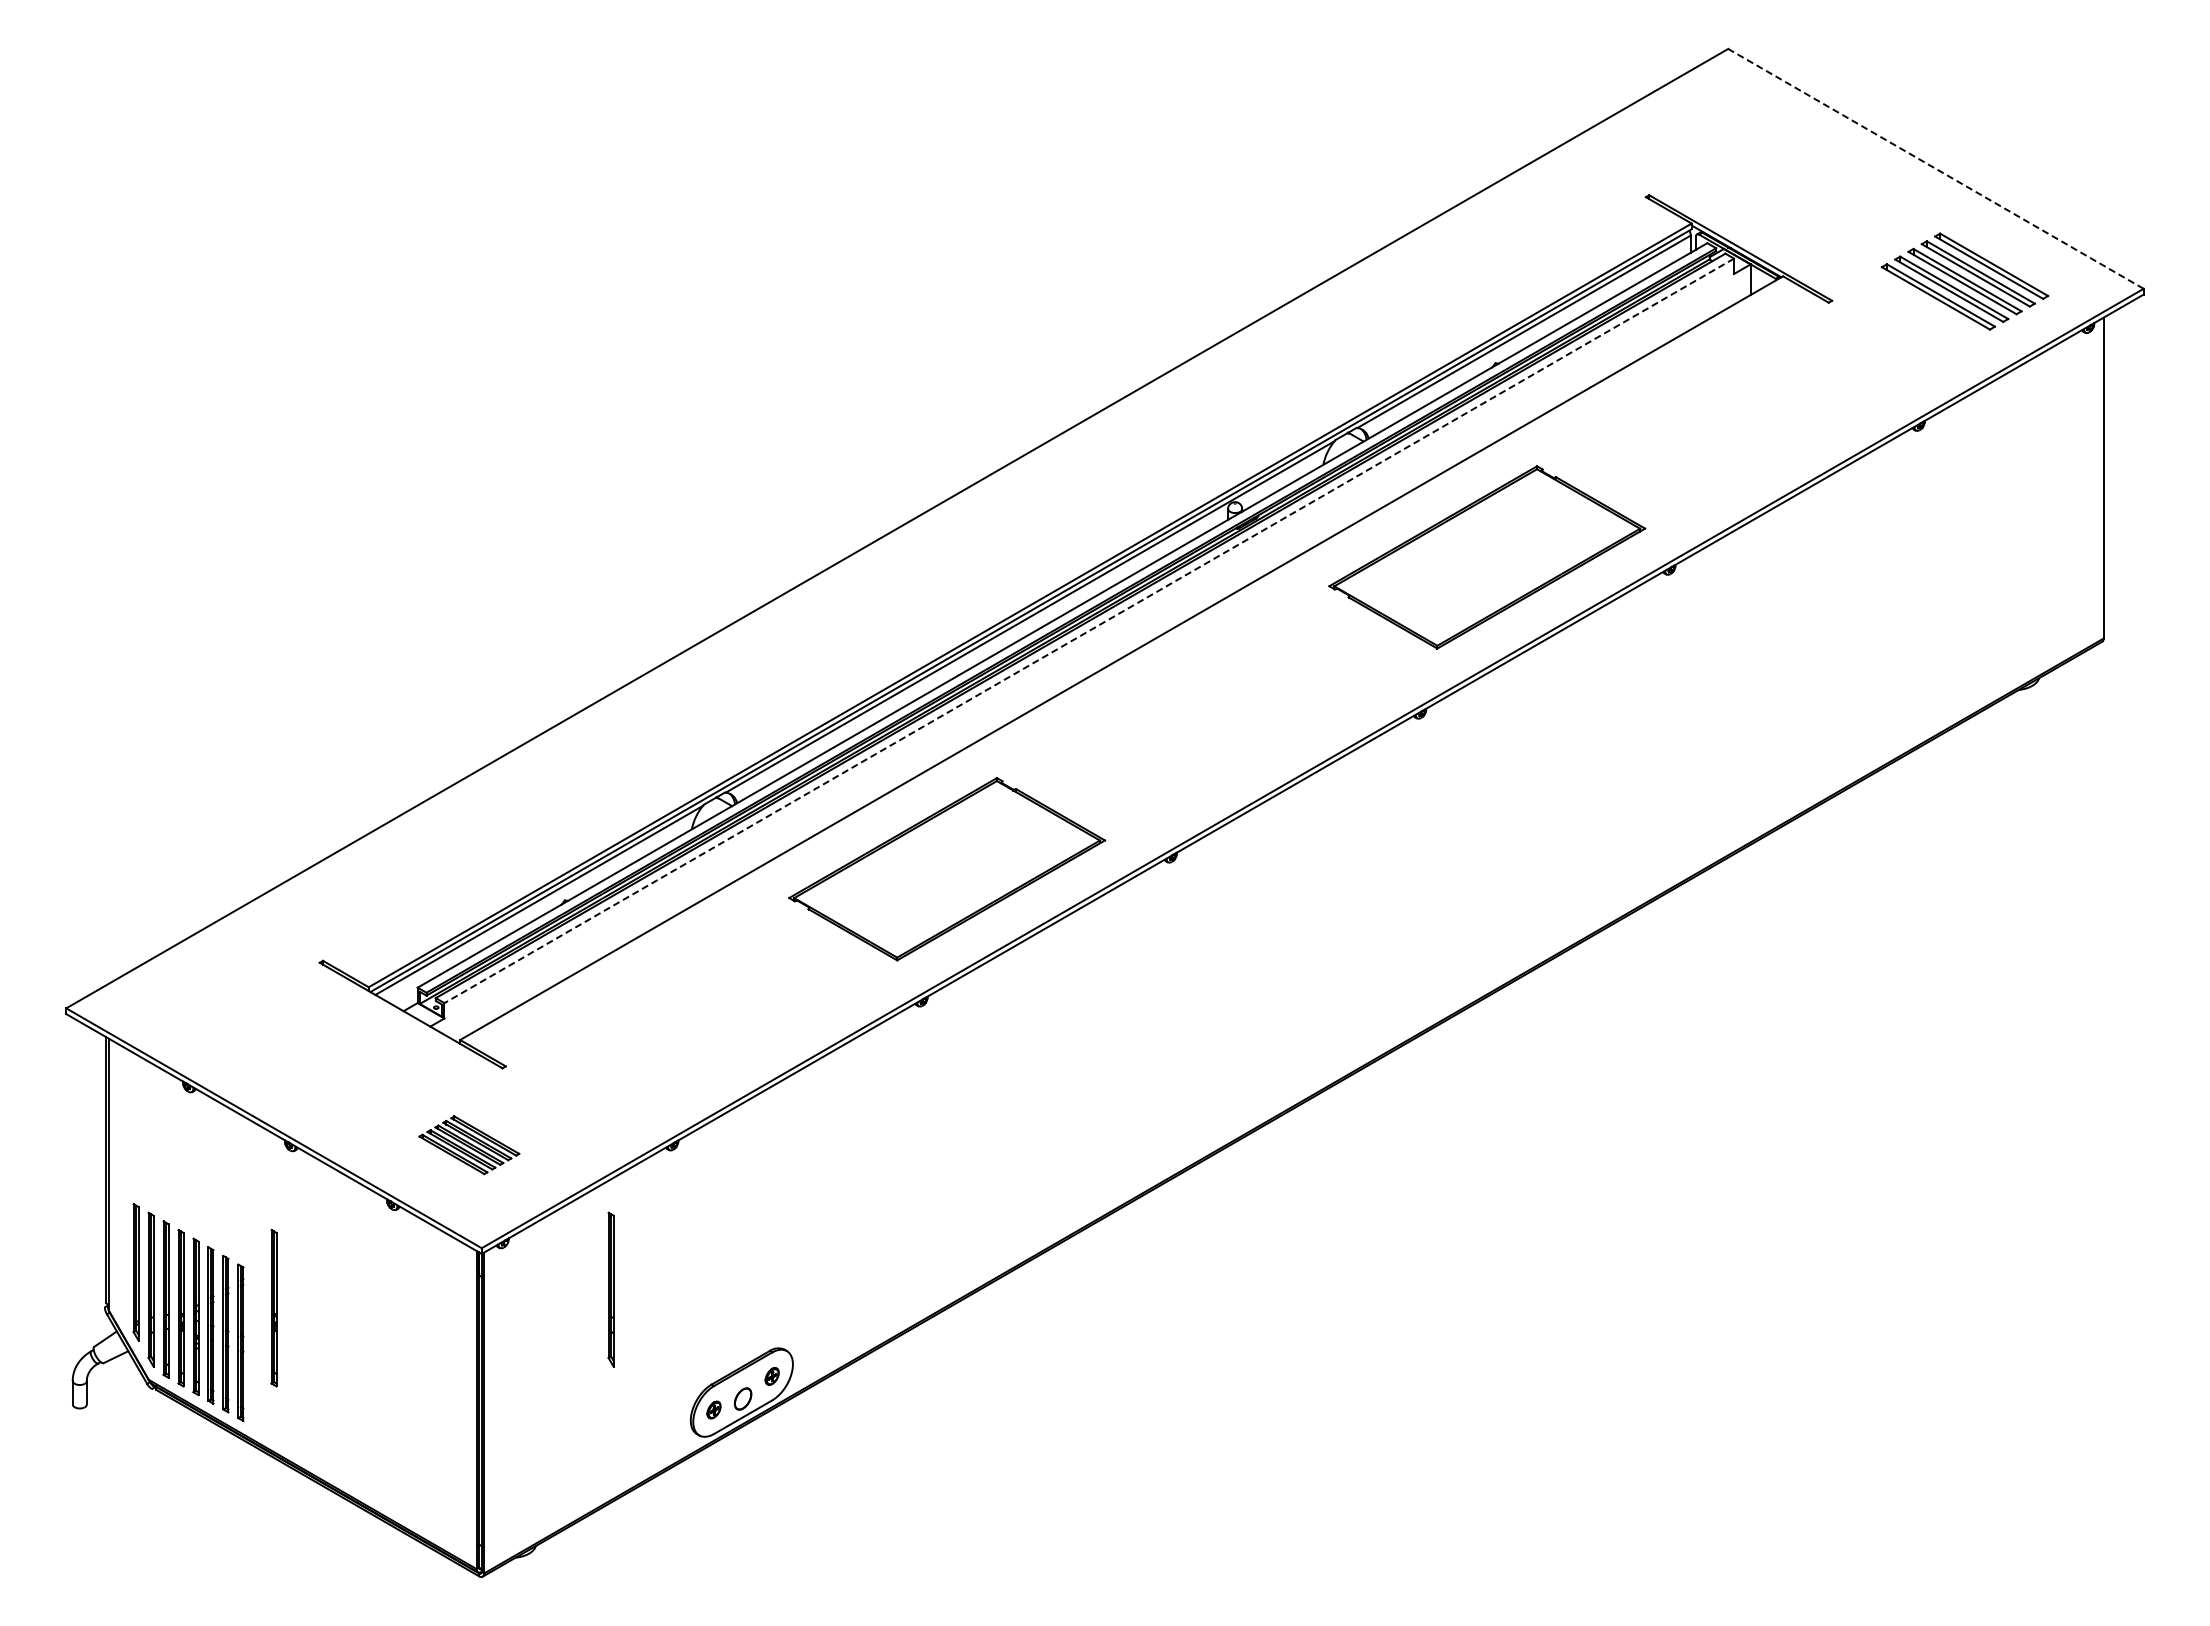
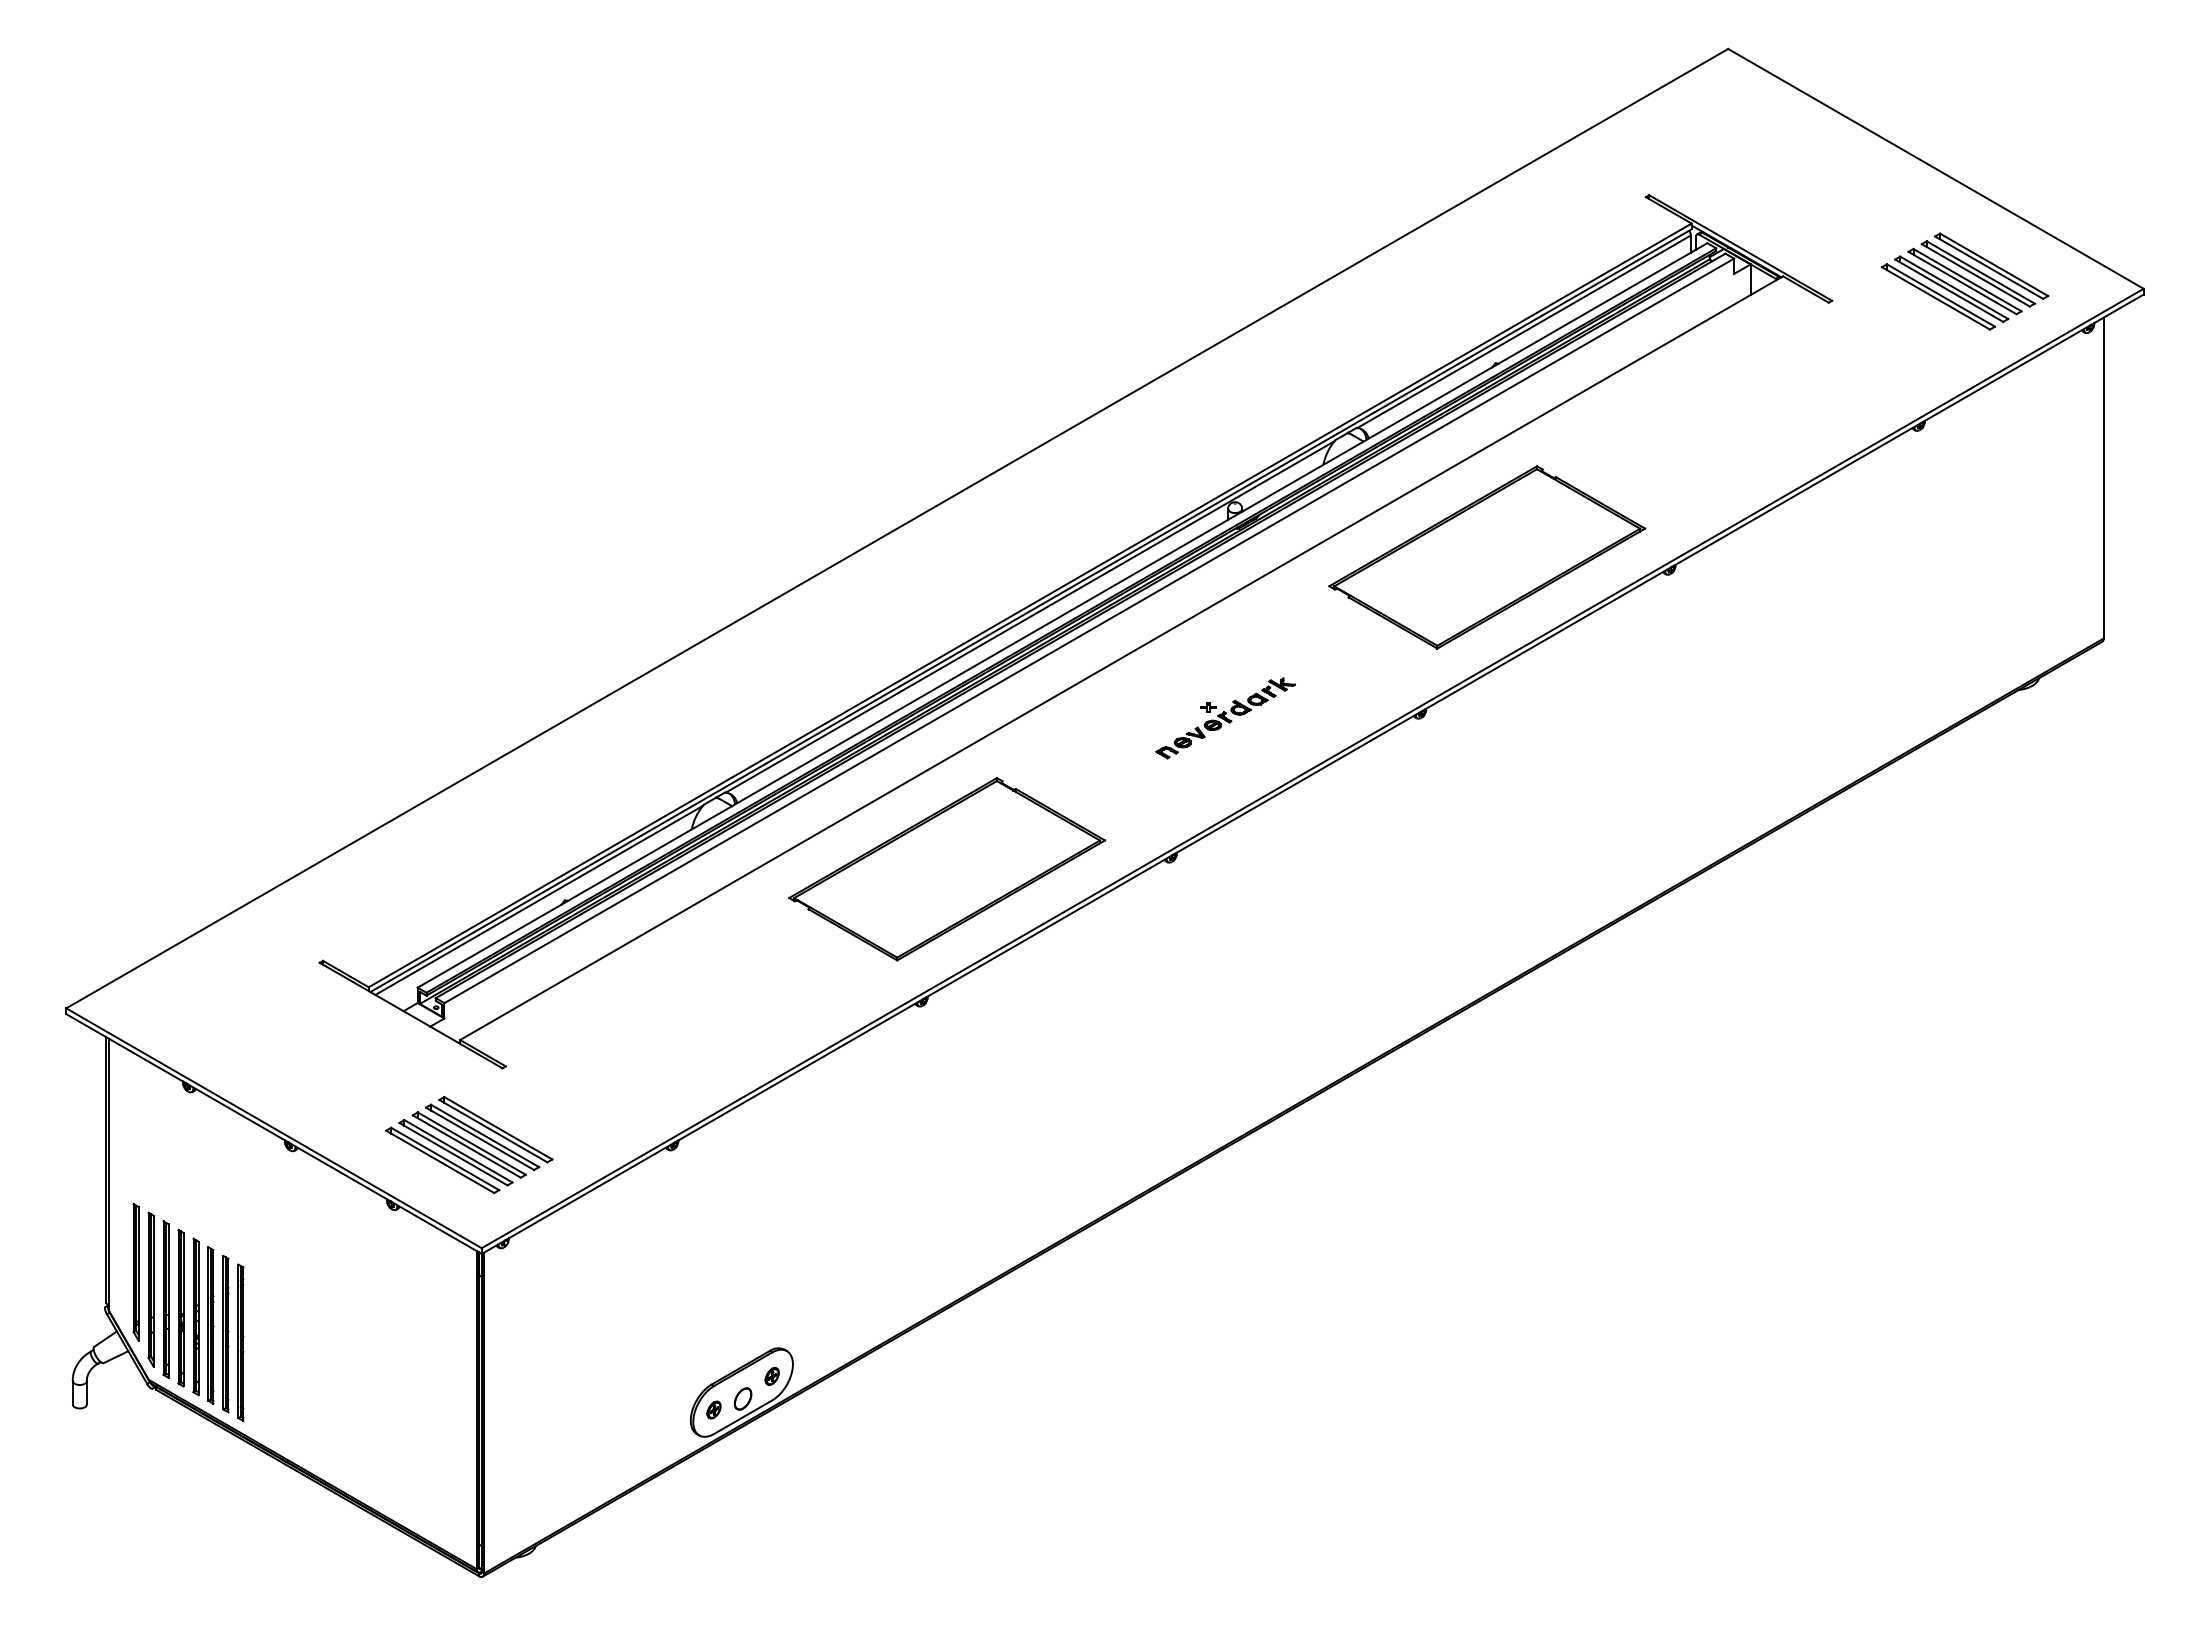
line at (1935, 168): dashed -> solid
line at (1089, 630): dashed -> solid
part at (1225, 718): none -> present
part at (469, 1145) size: 103x61 px -> 169x99 px
part at (610, 1289): present -> none
part at (273, 1308): present -> none
